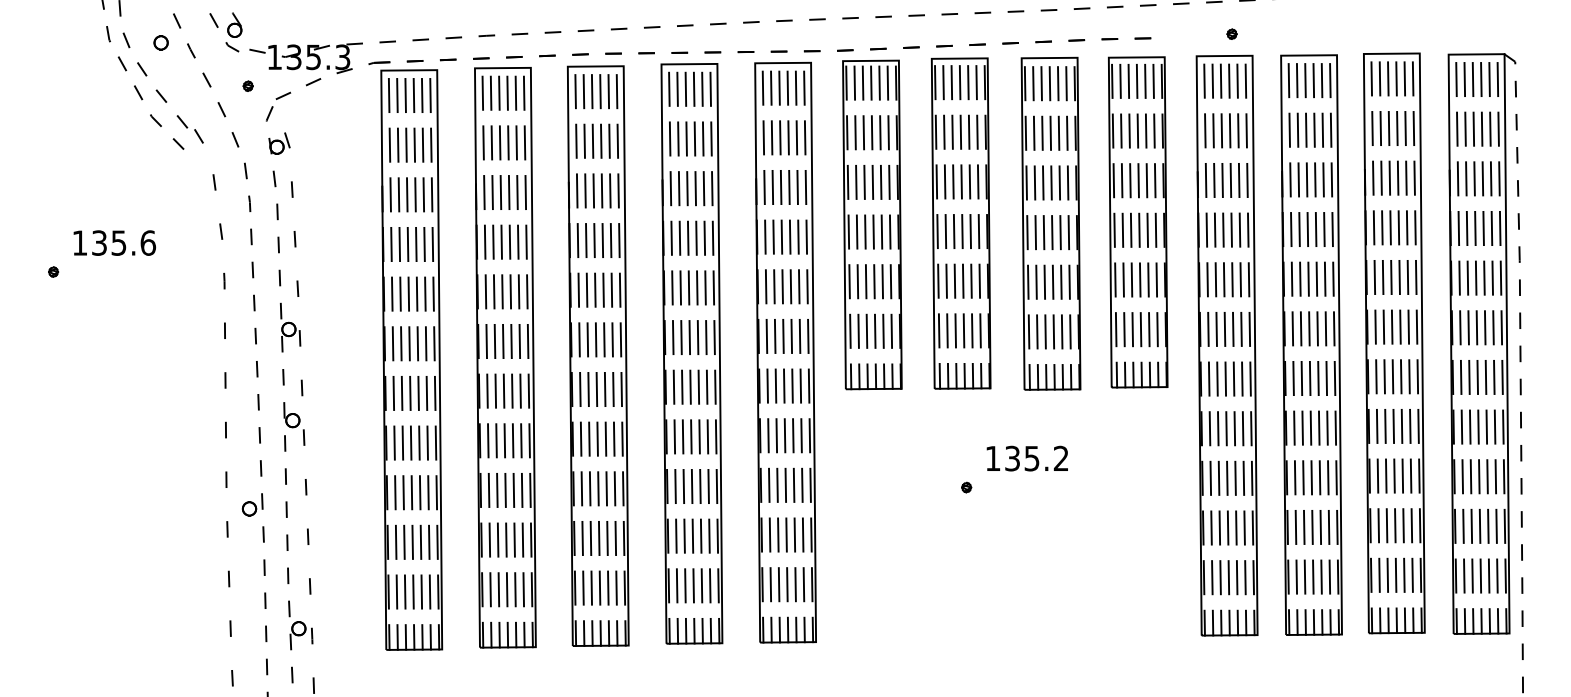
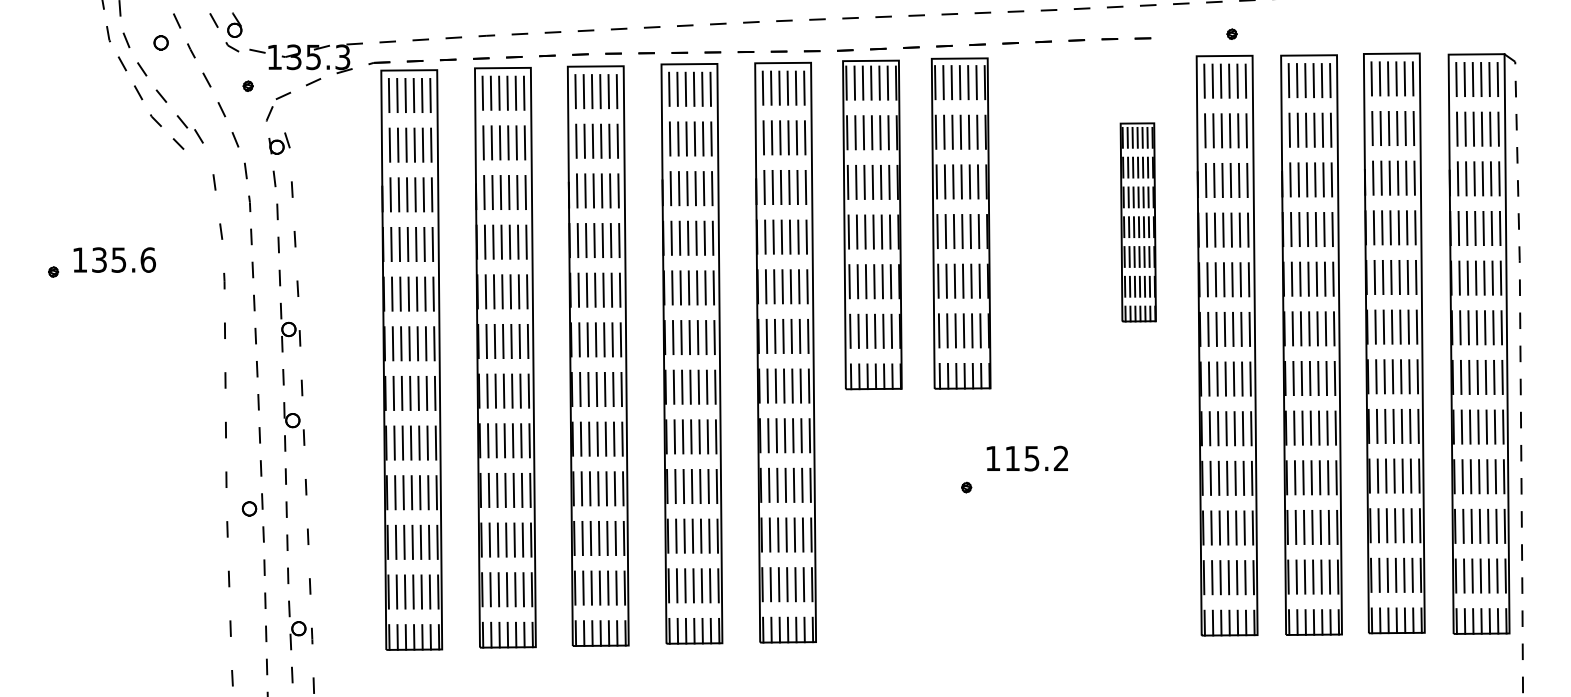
part at (1138, 222) size: 61x333 px -> 38x201 px
part at (1050, 223): present -> none
text at (114, 242) position: (114, 242) -> (114, 259)
text at (1012, 458): 135.2 -> 115.2
